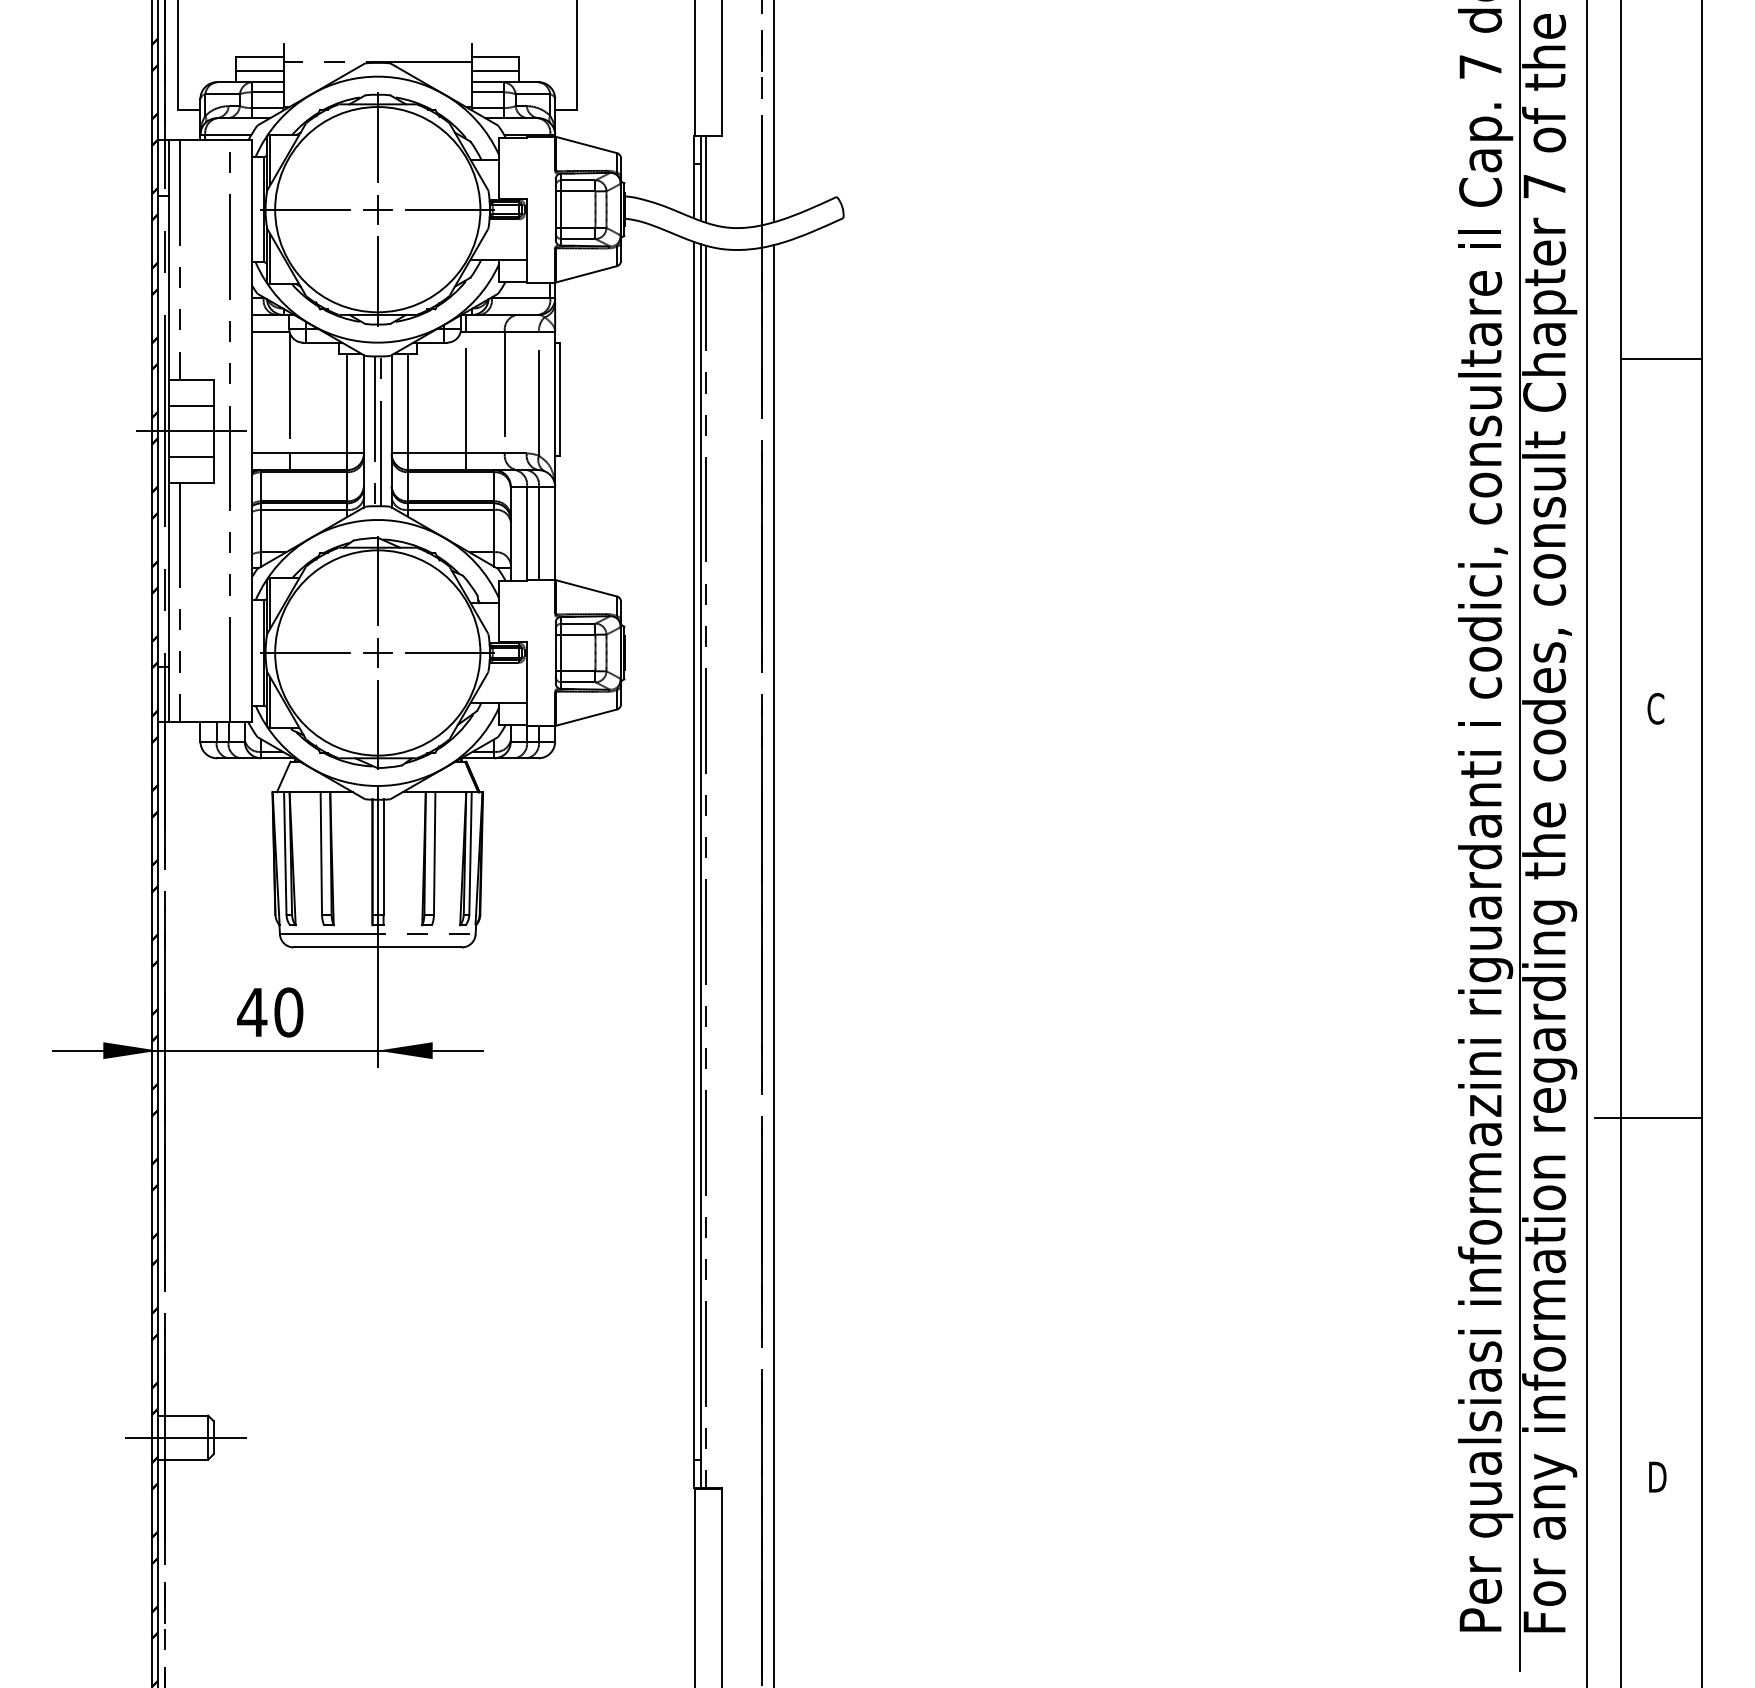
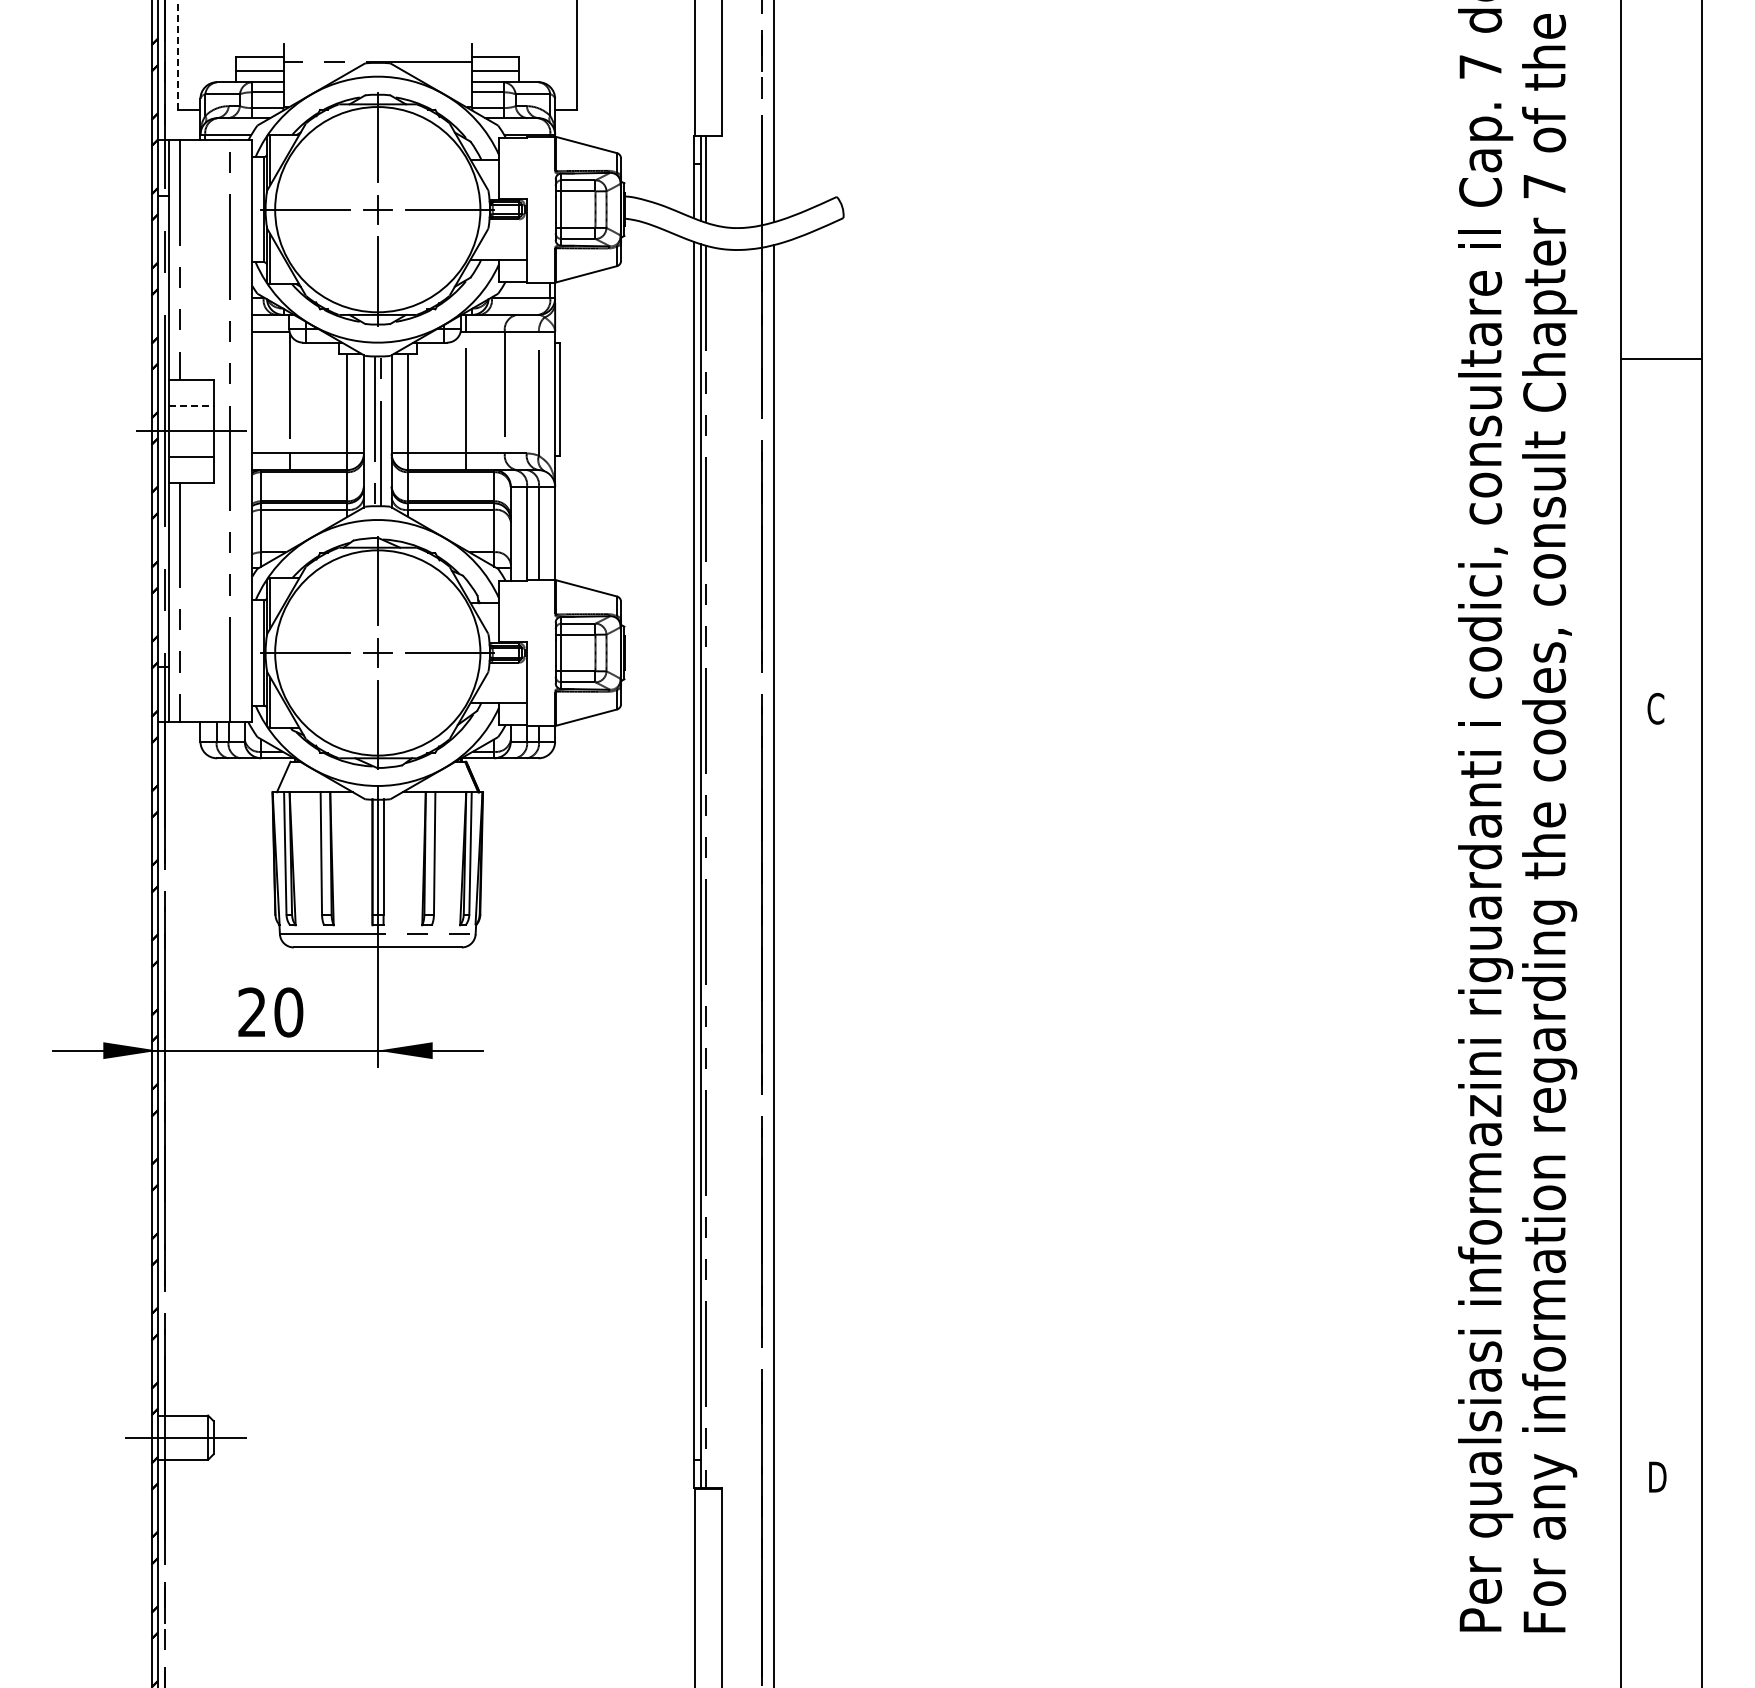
line at (178, 55): solid -> dashed
line at (191, 405): solid -> dashed
line at (1519, 836): present -> none
line at (1586, 843): present -> none
text at (252, 1011): 40 -> 20
line at (1648, 1118): present -> none
